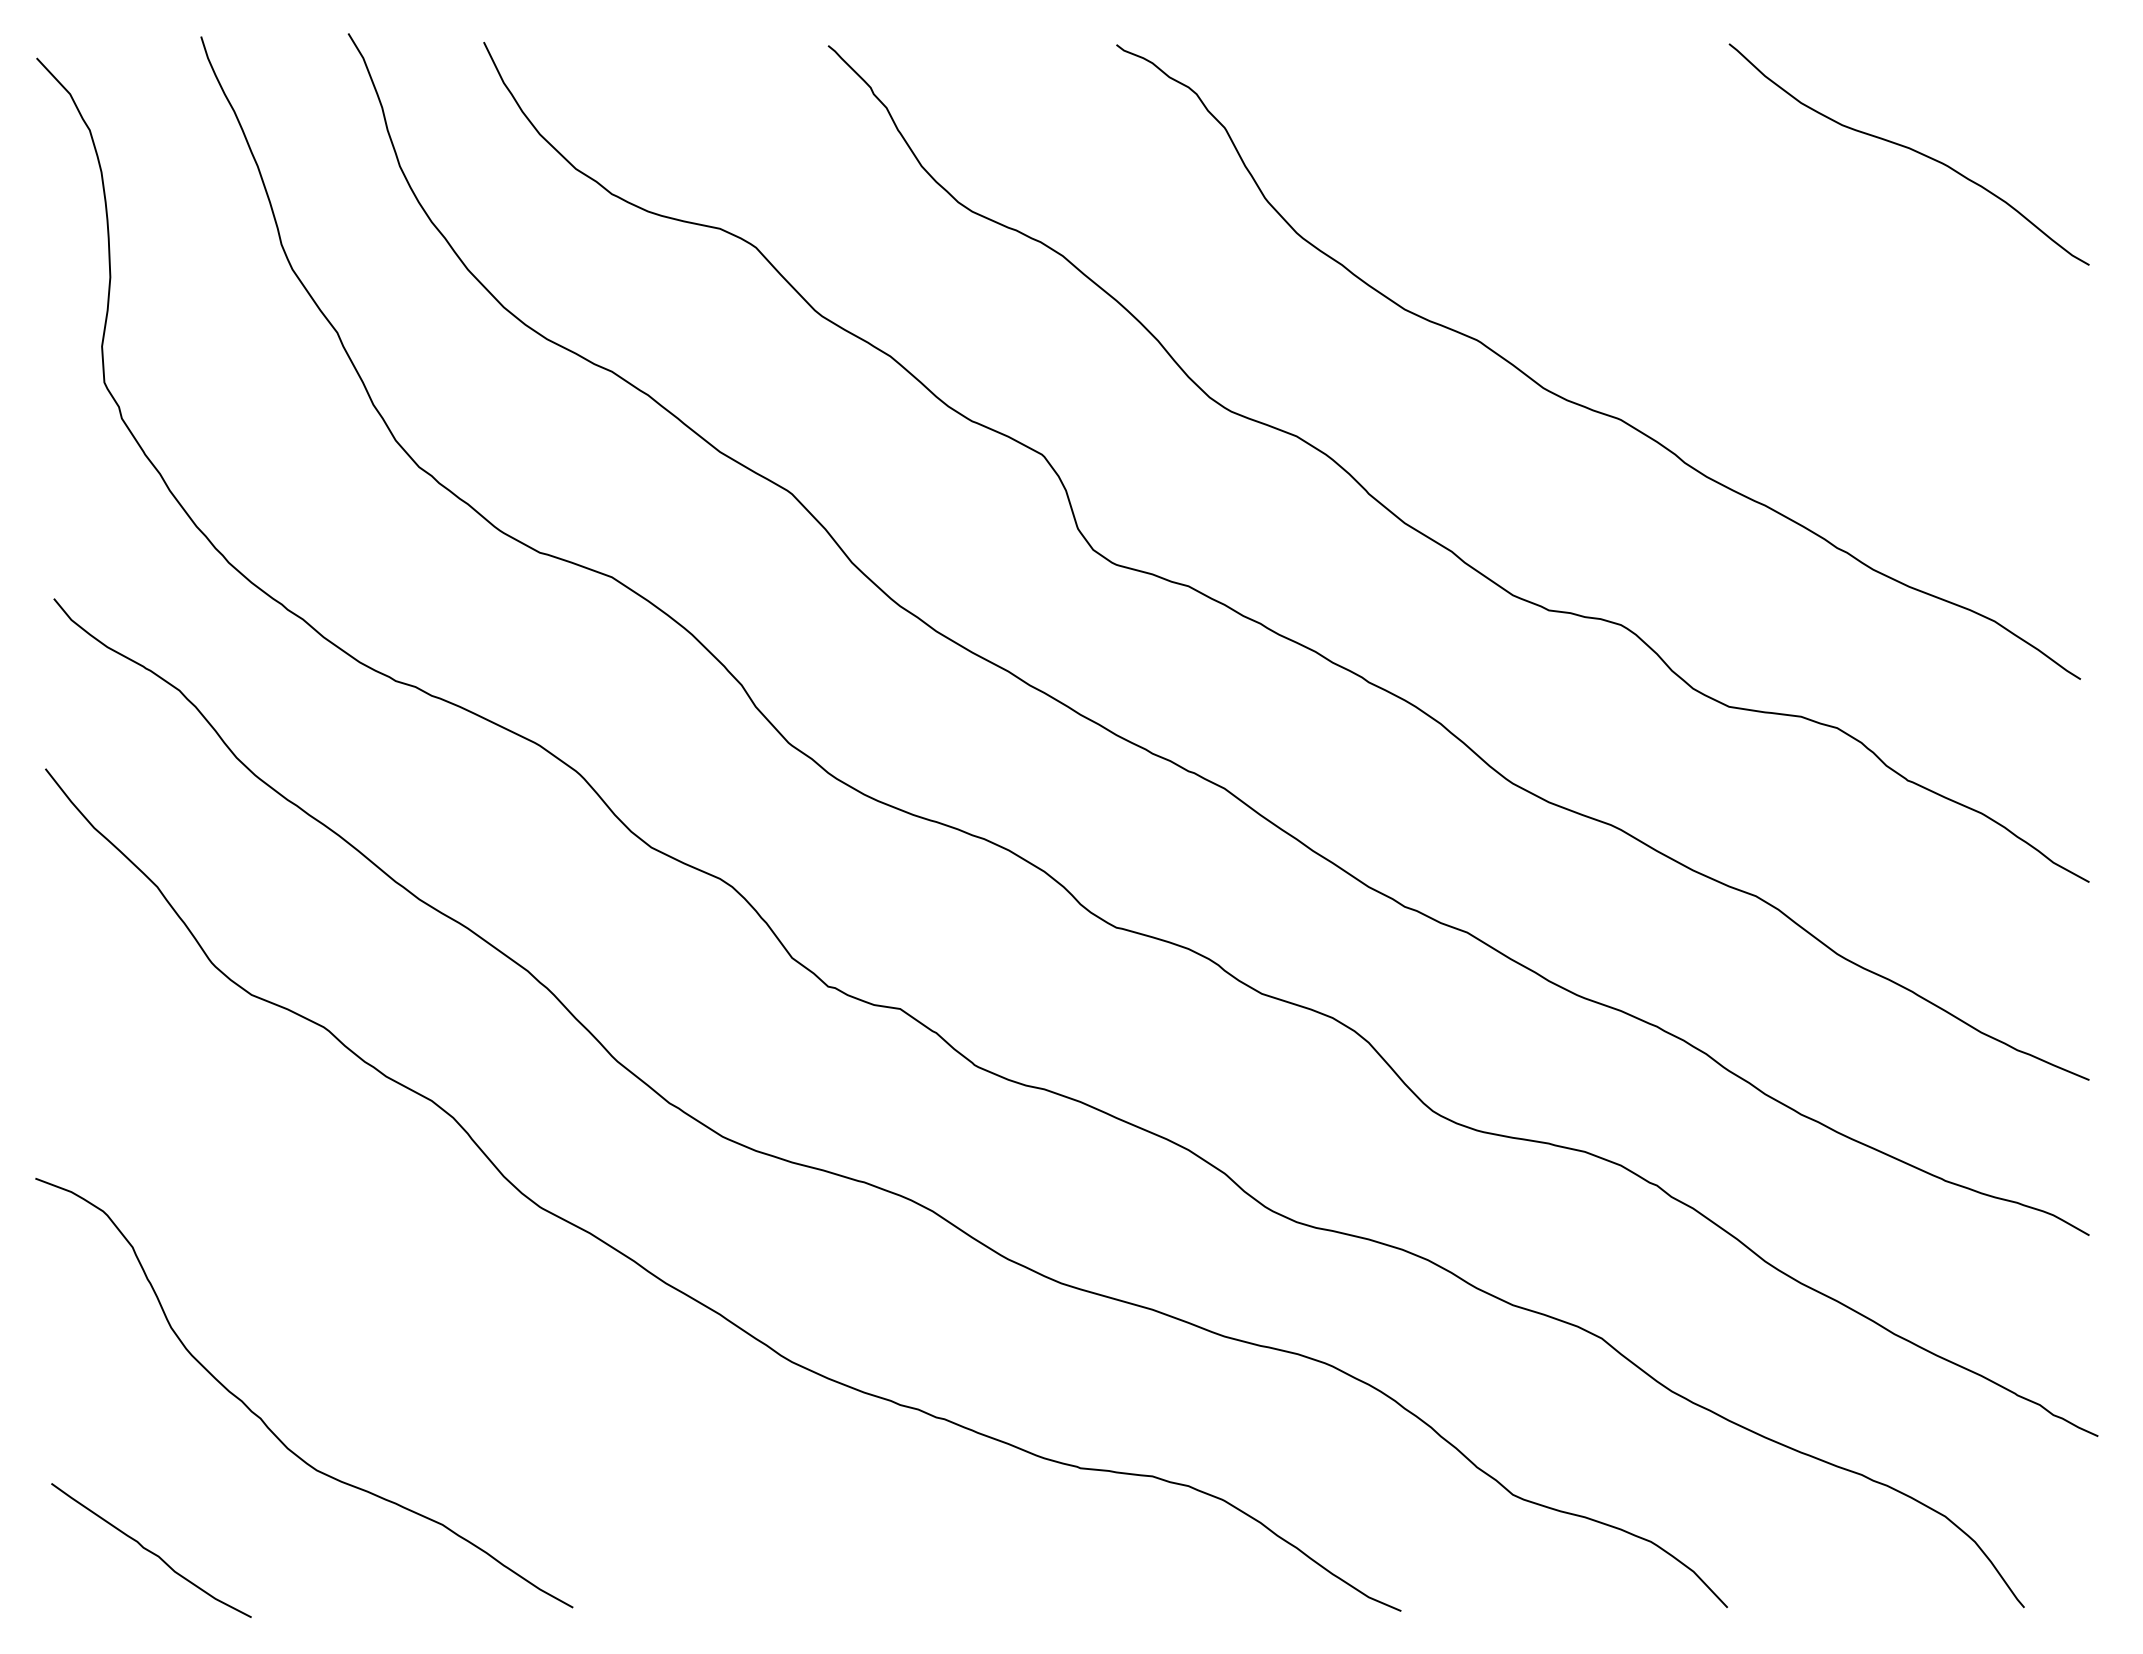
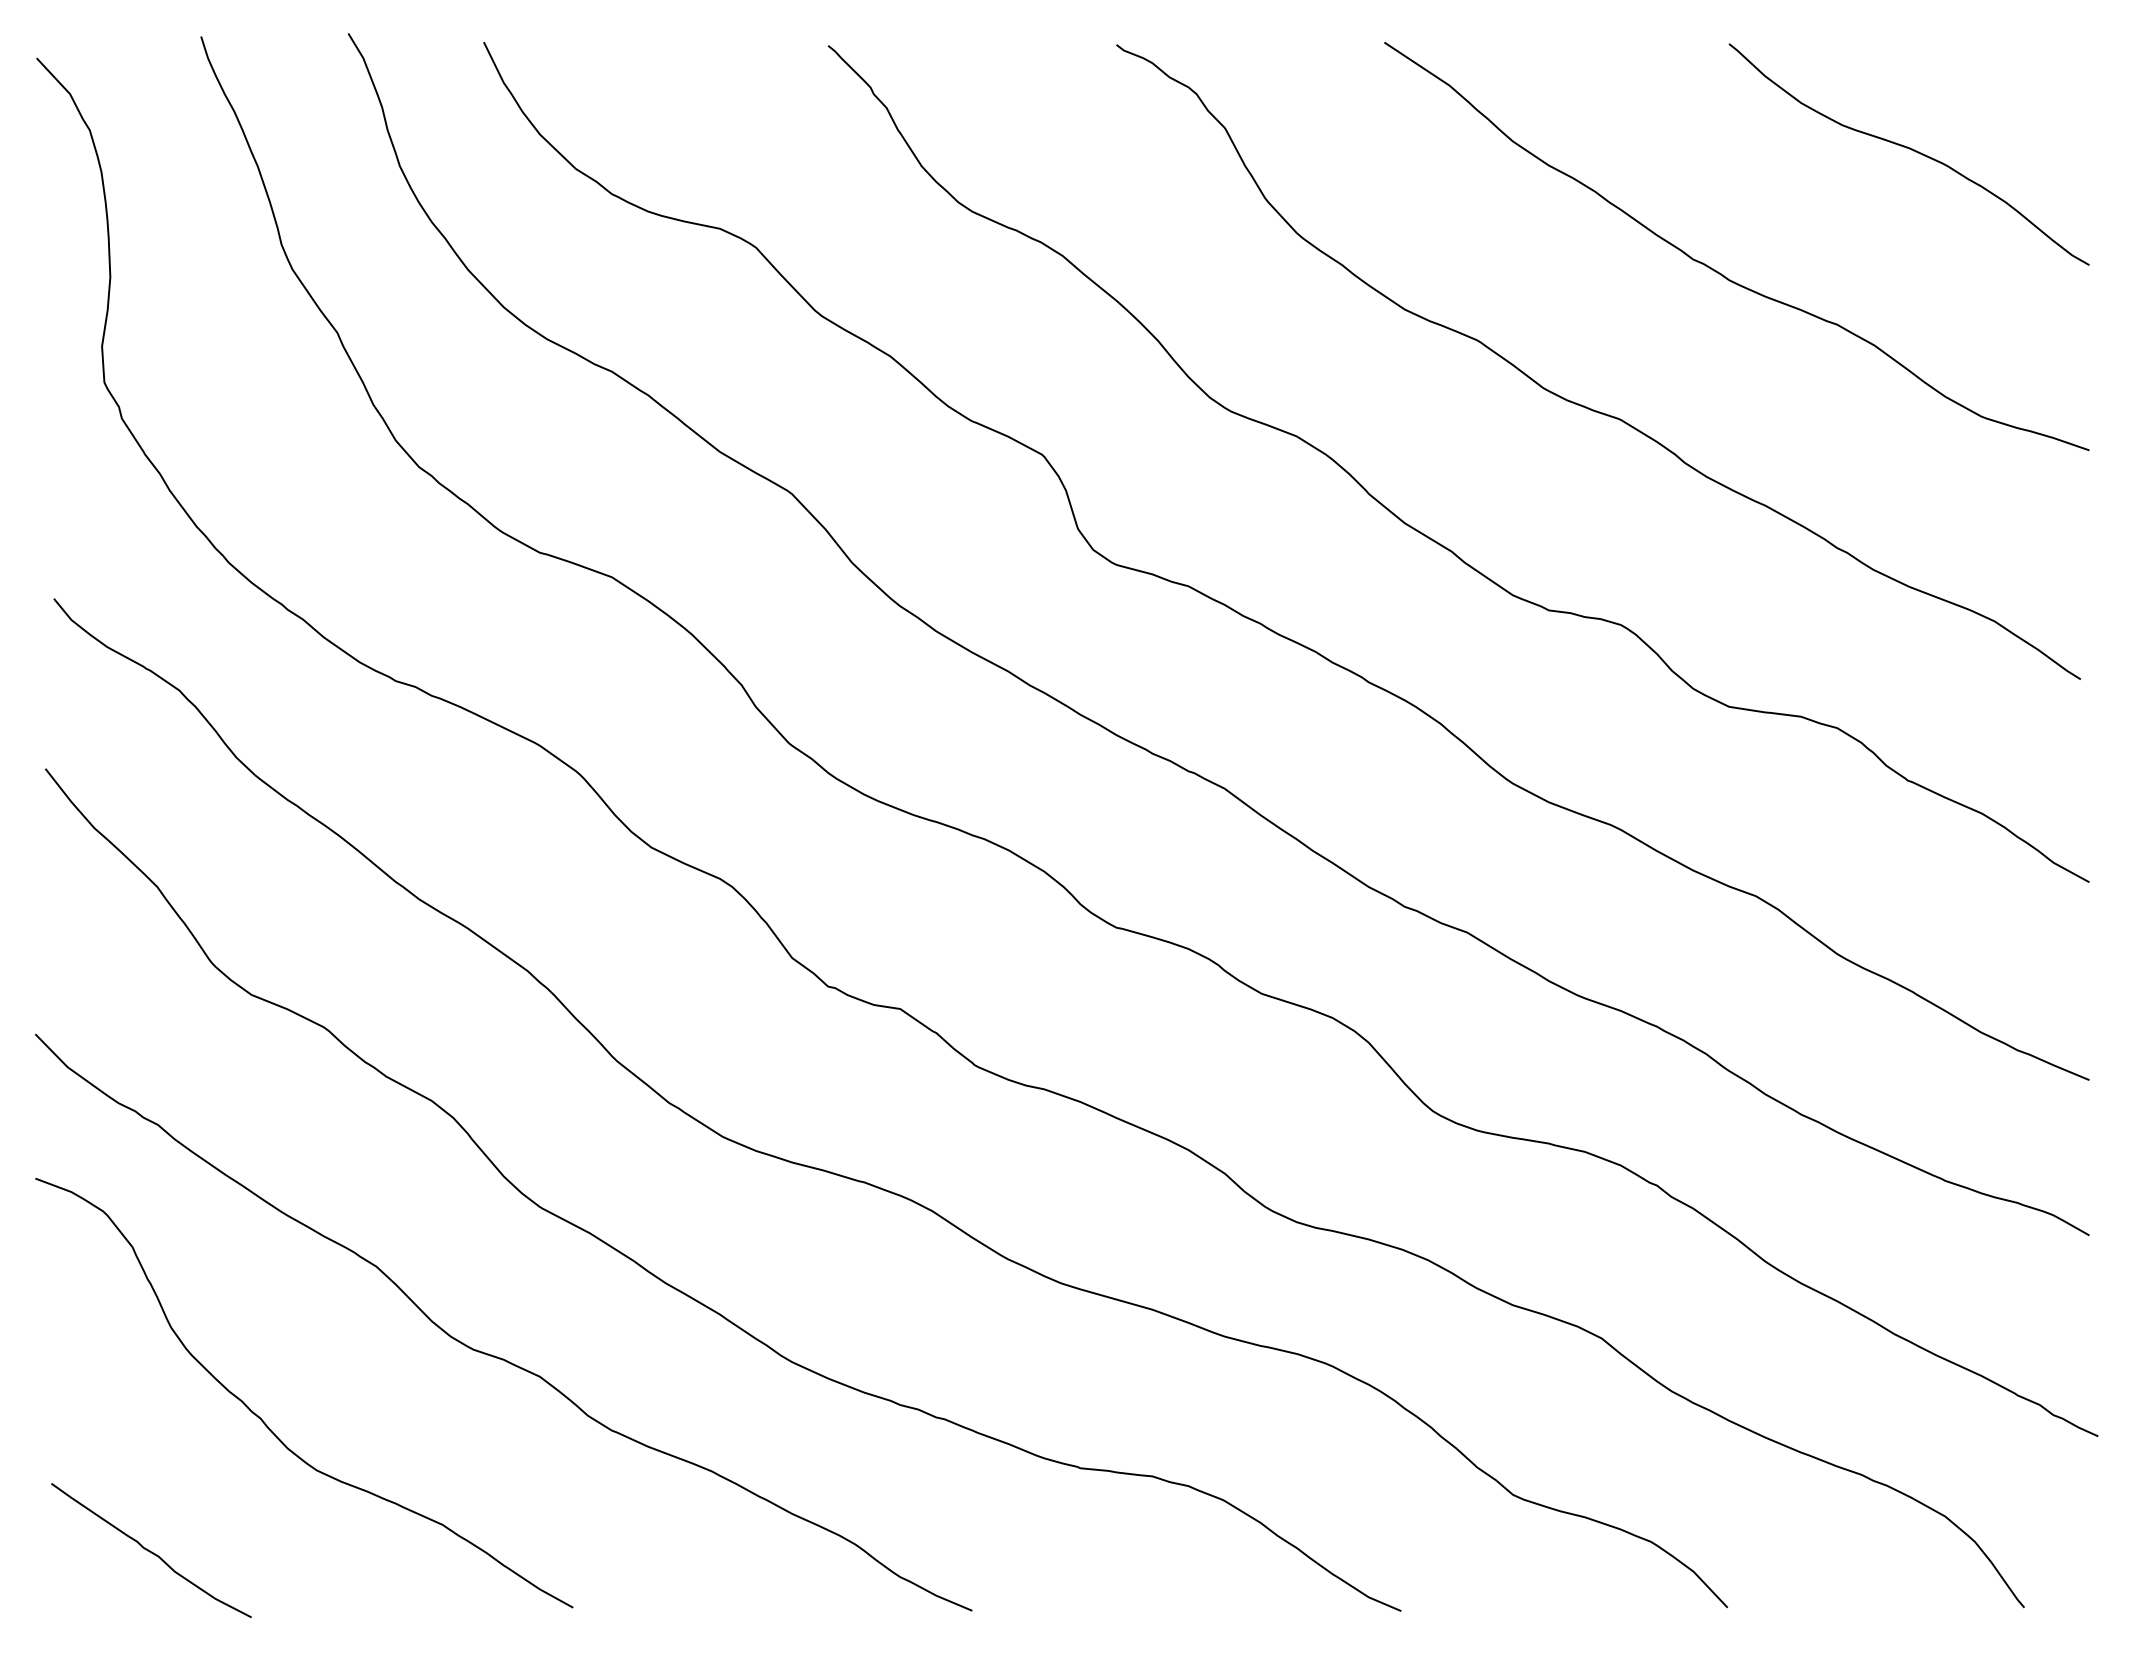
curve at (1718, 271): none -> present
curve at (491, 1354): none -> present
